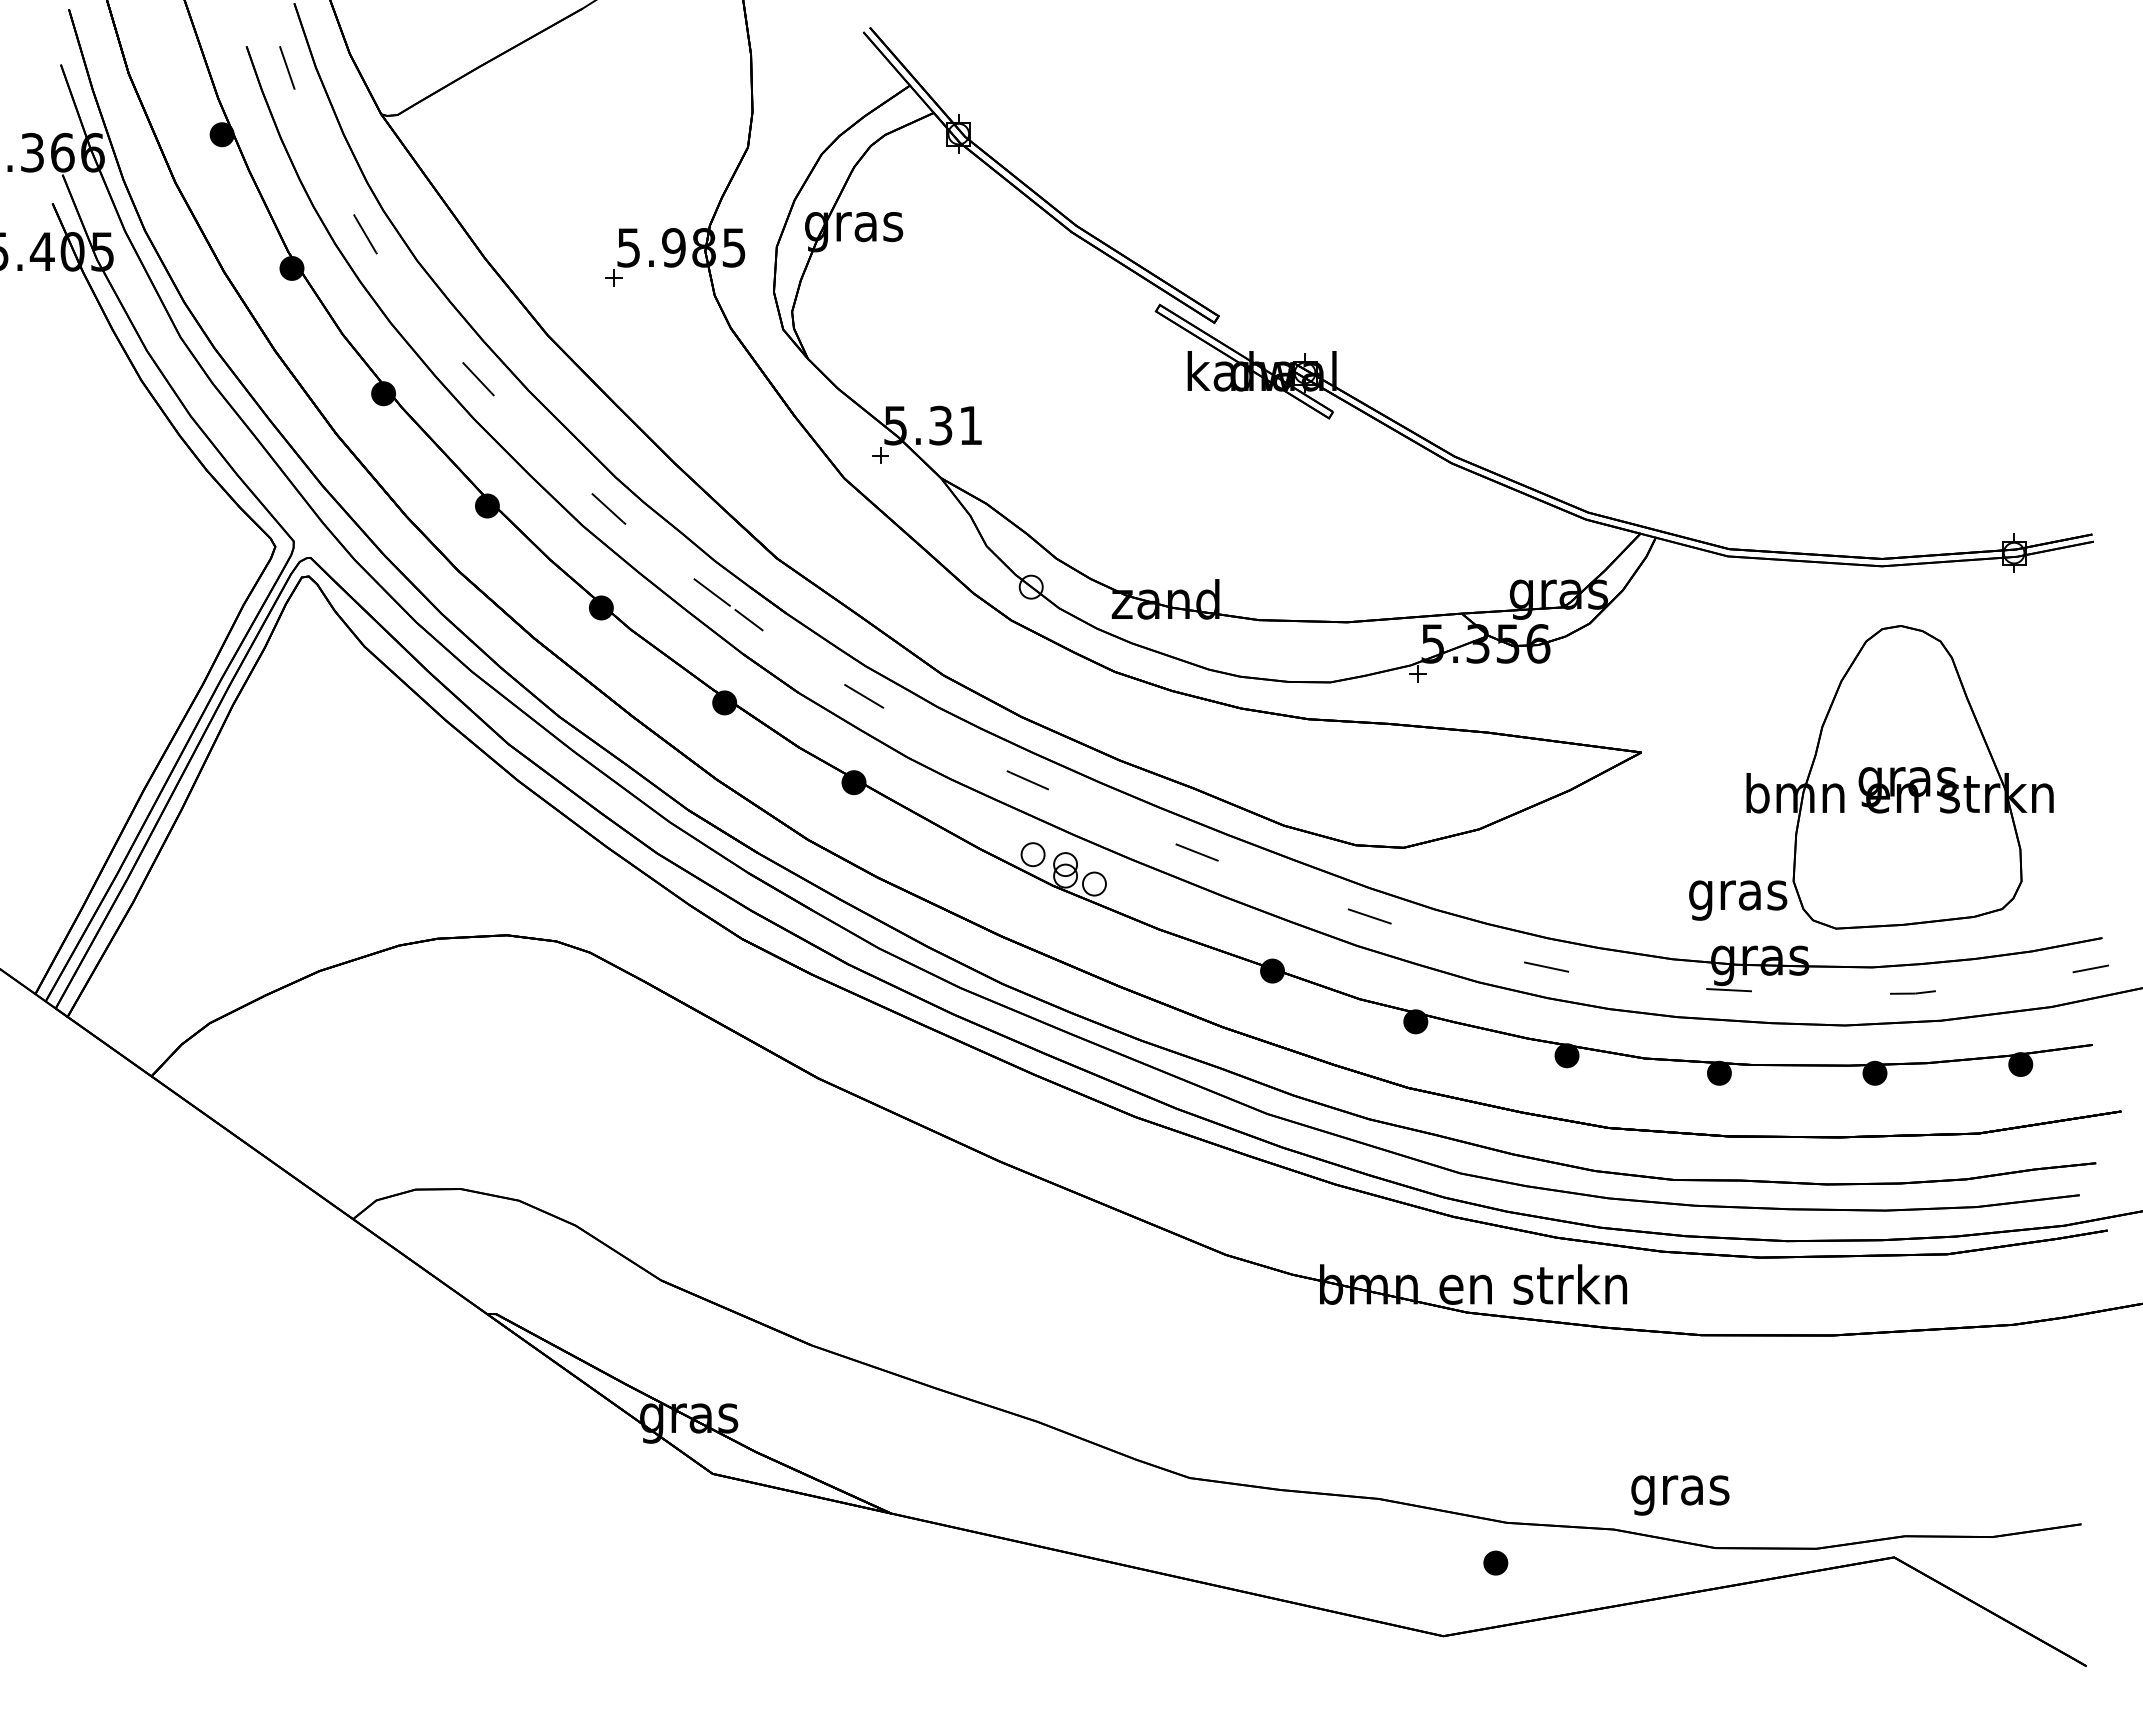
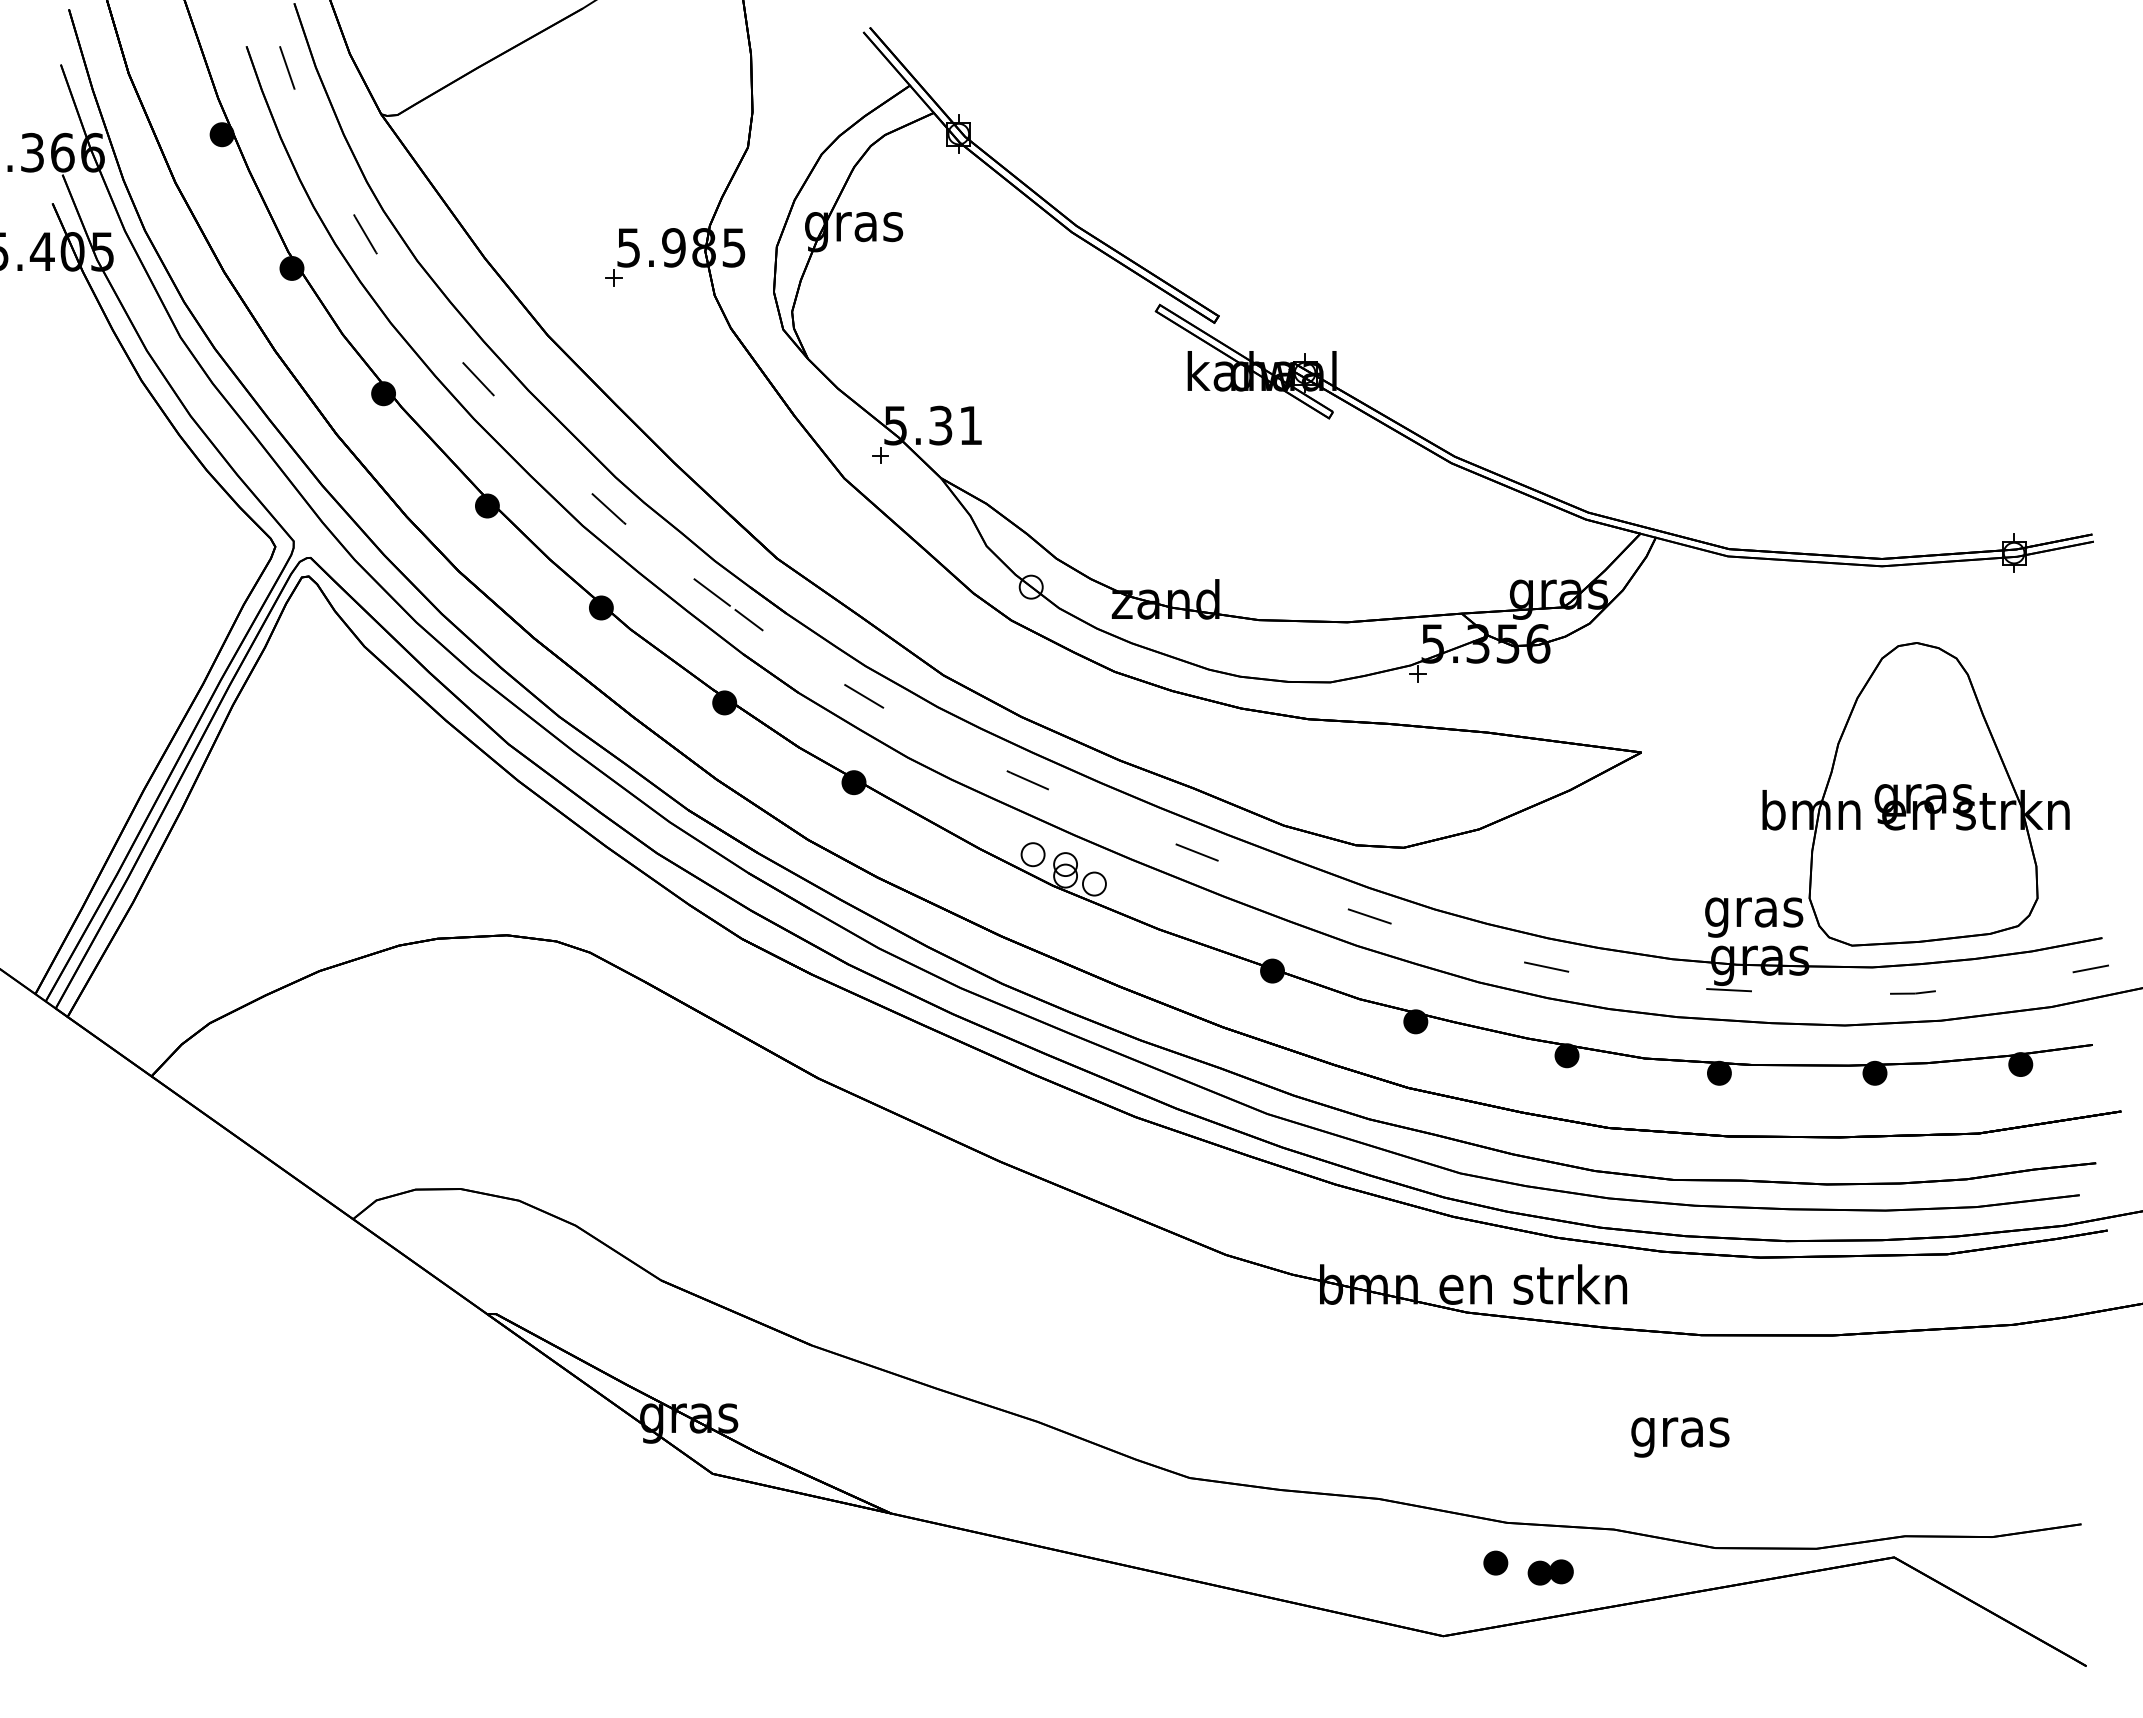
part at (1871, 777) position: (1871, 777) -> (1887, 794)
text at (1680, 1495) position: (1680, 1495) -> (1680, 1437)
part at (1550, 1572): none -> present
